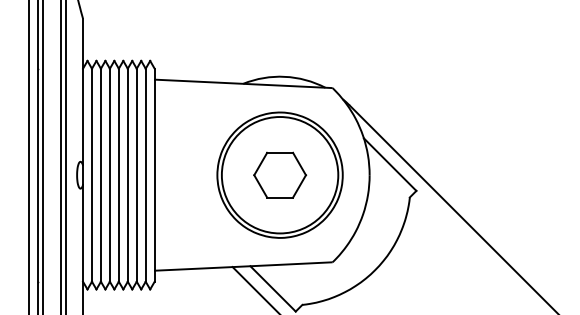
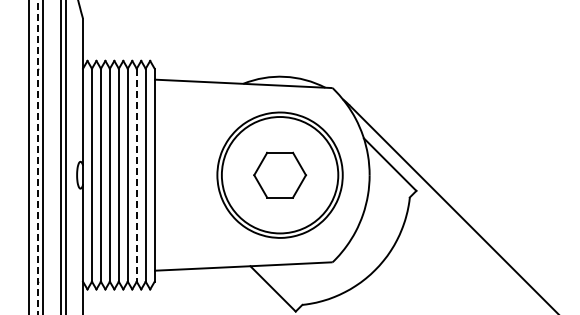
line at (38, 157): solid -> dashed
line at (136, 175): solid -> dashed
line at (254, 289): present -> none
